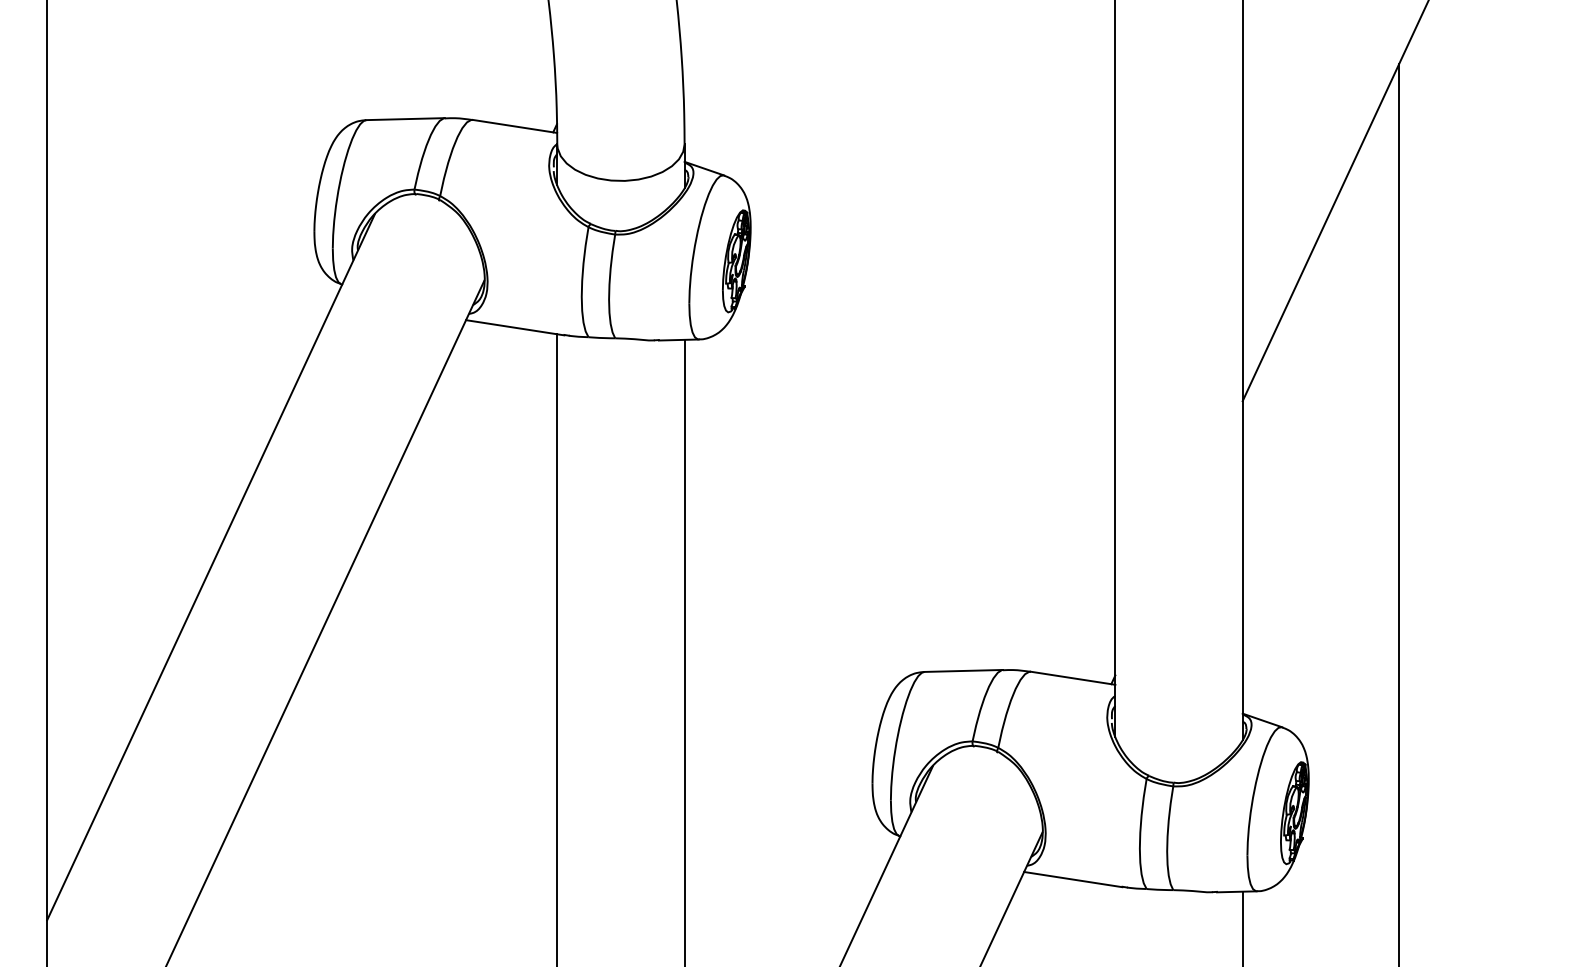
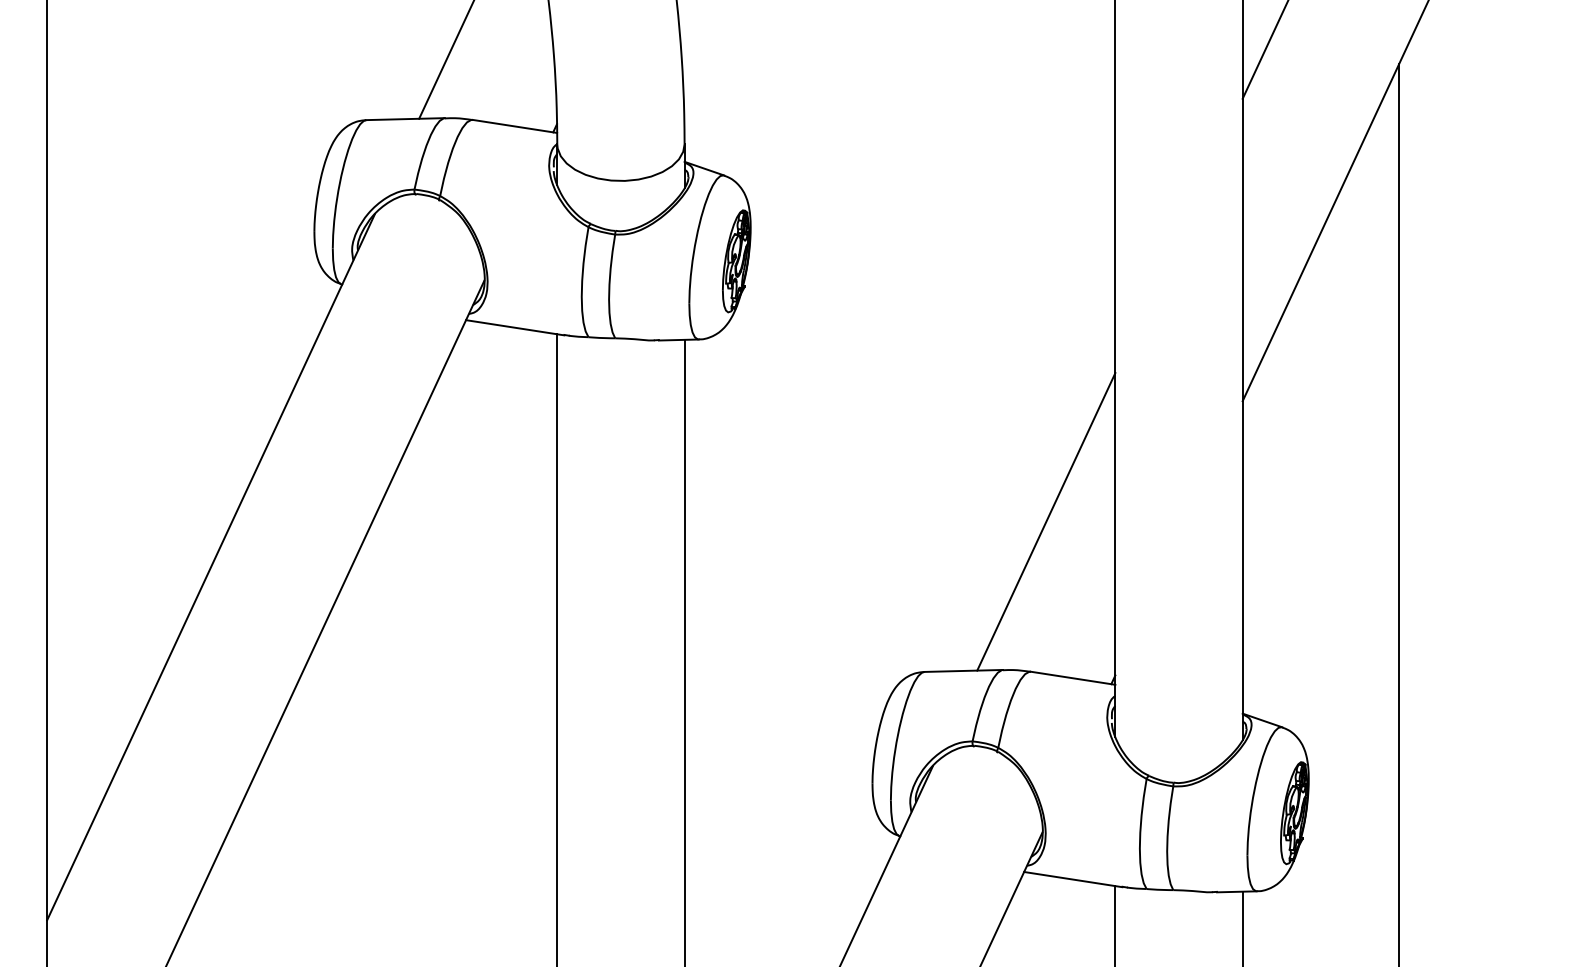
line at (1264, 50): none -> present
line at (446, 60): none -> present
line at (1046, 521): none -> present
line at (1115, 924): none -> present
